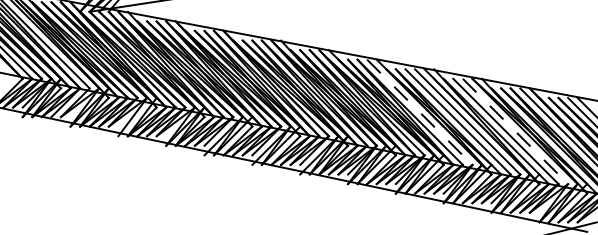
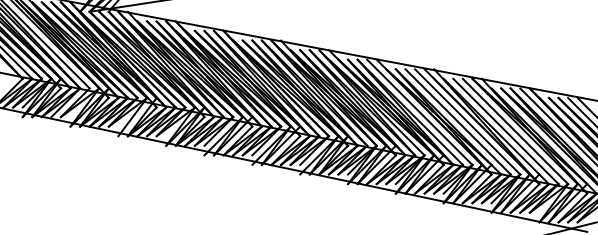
line at (420, 112): dashed -> solid
line at (515, 131): dashed -> solid
